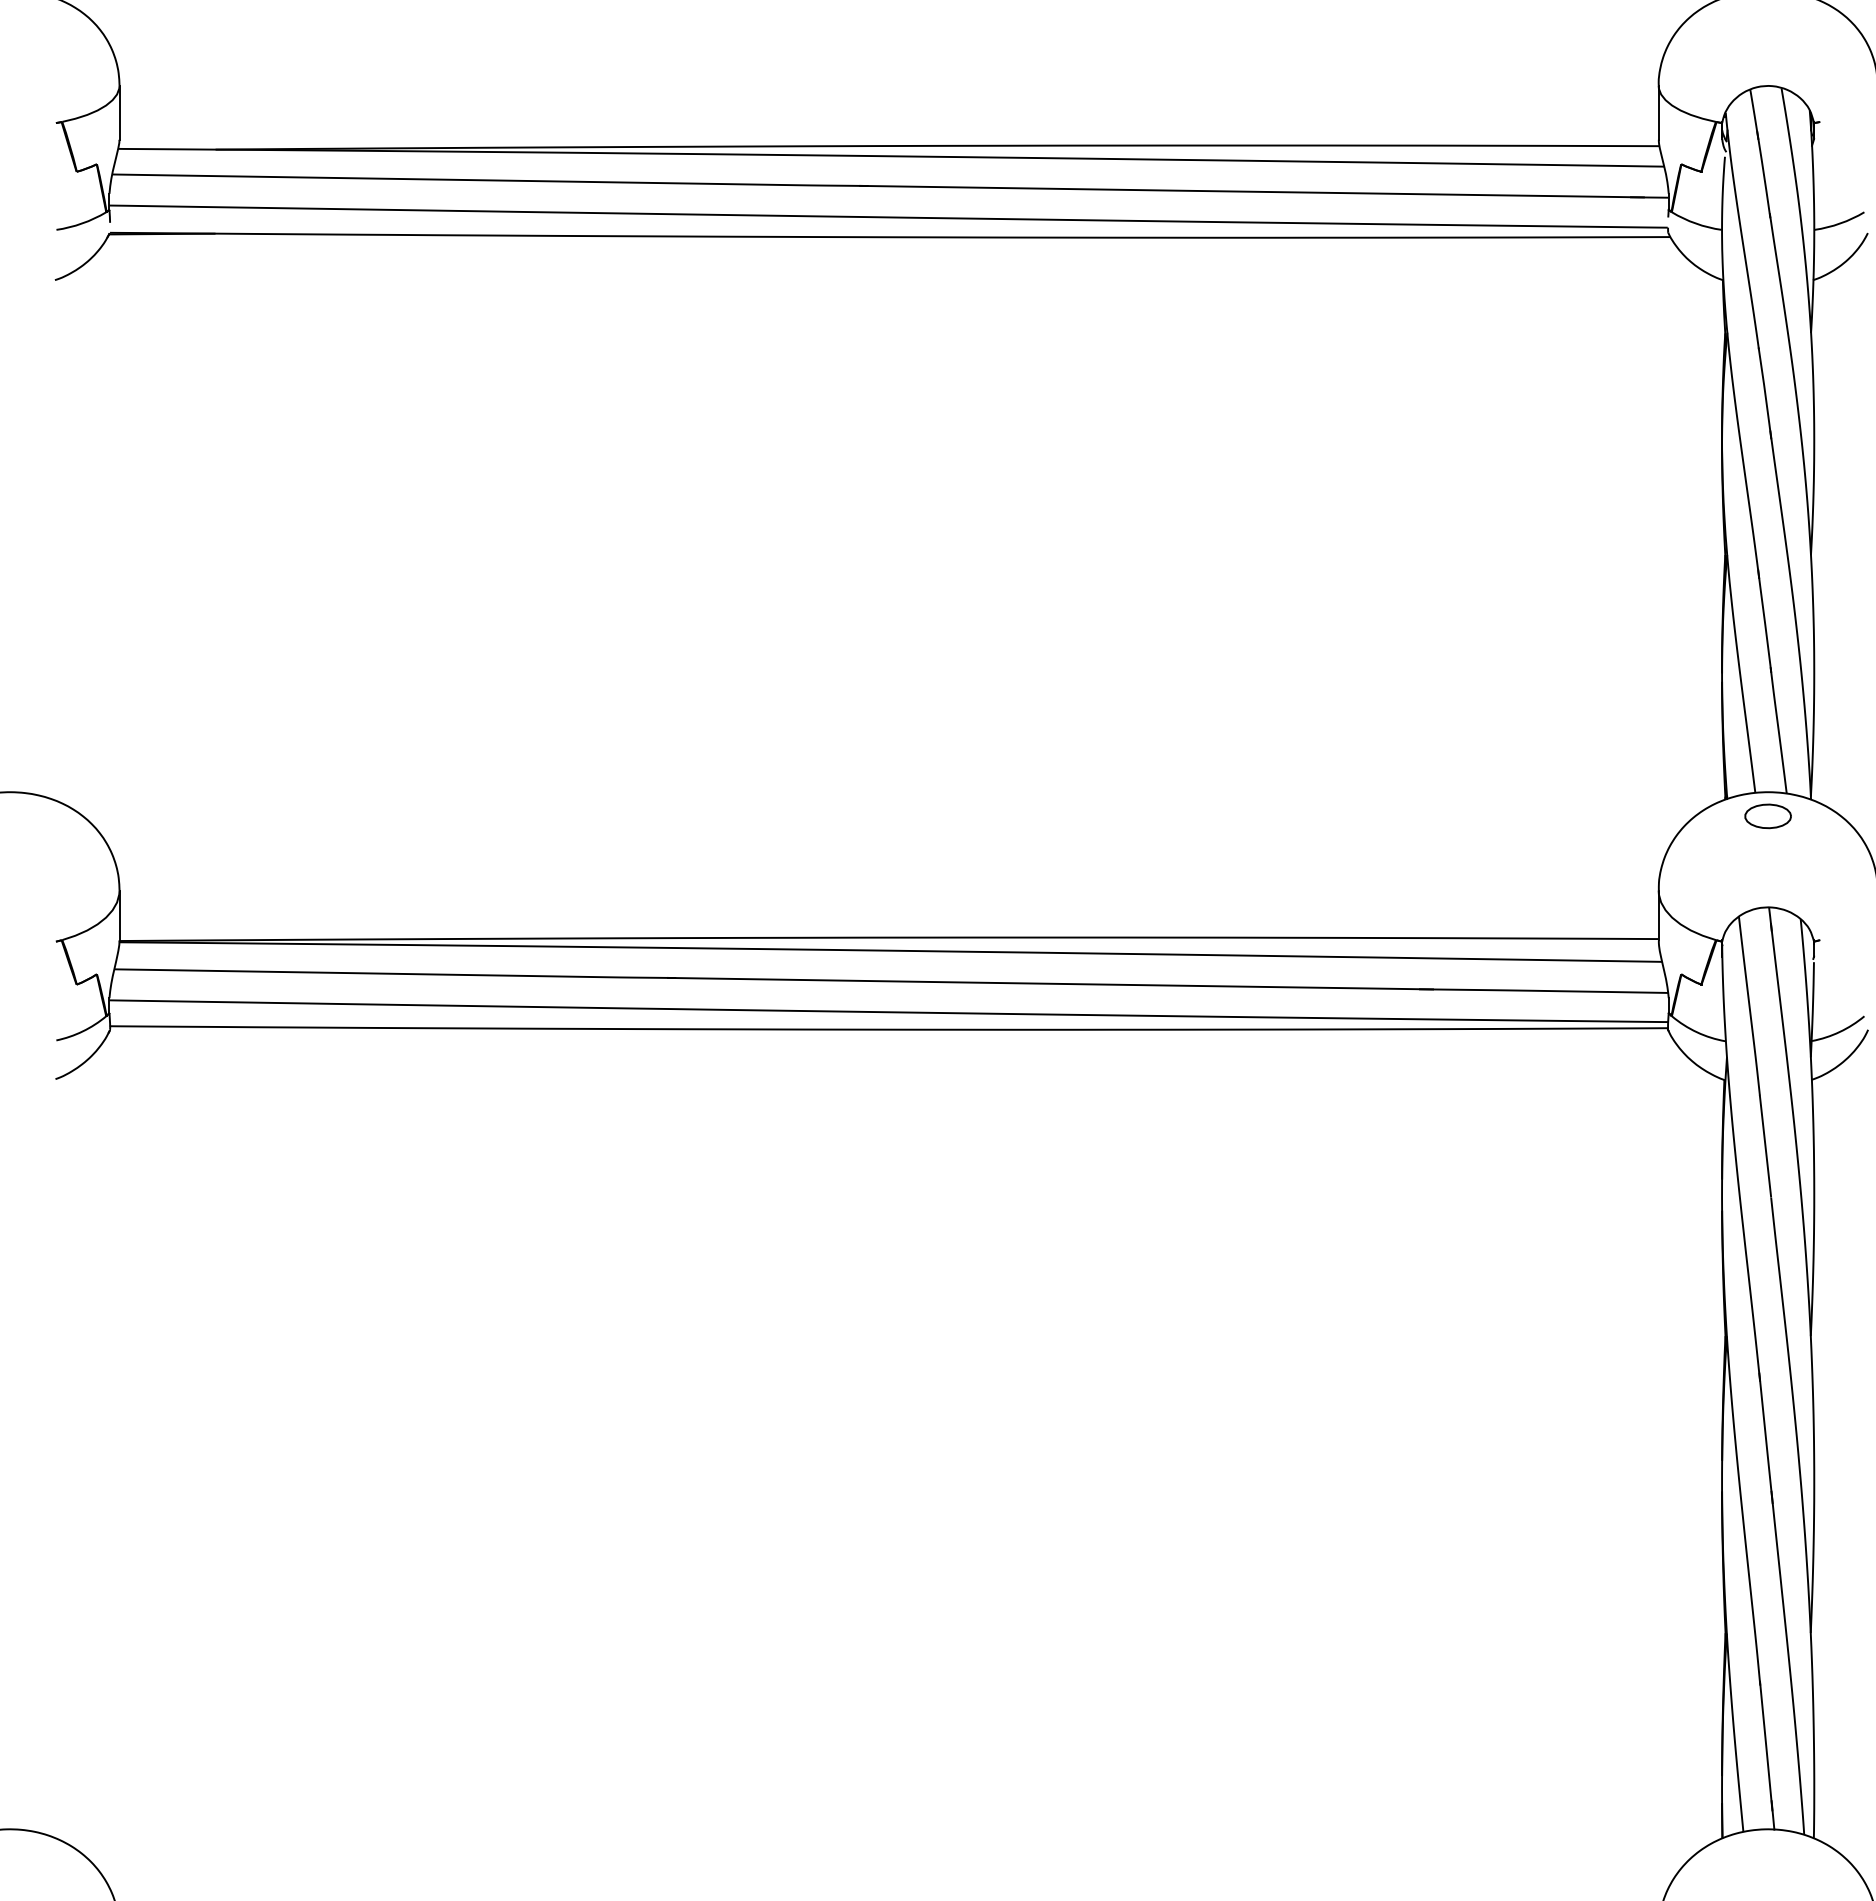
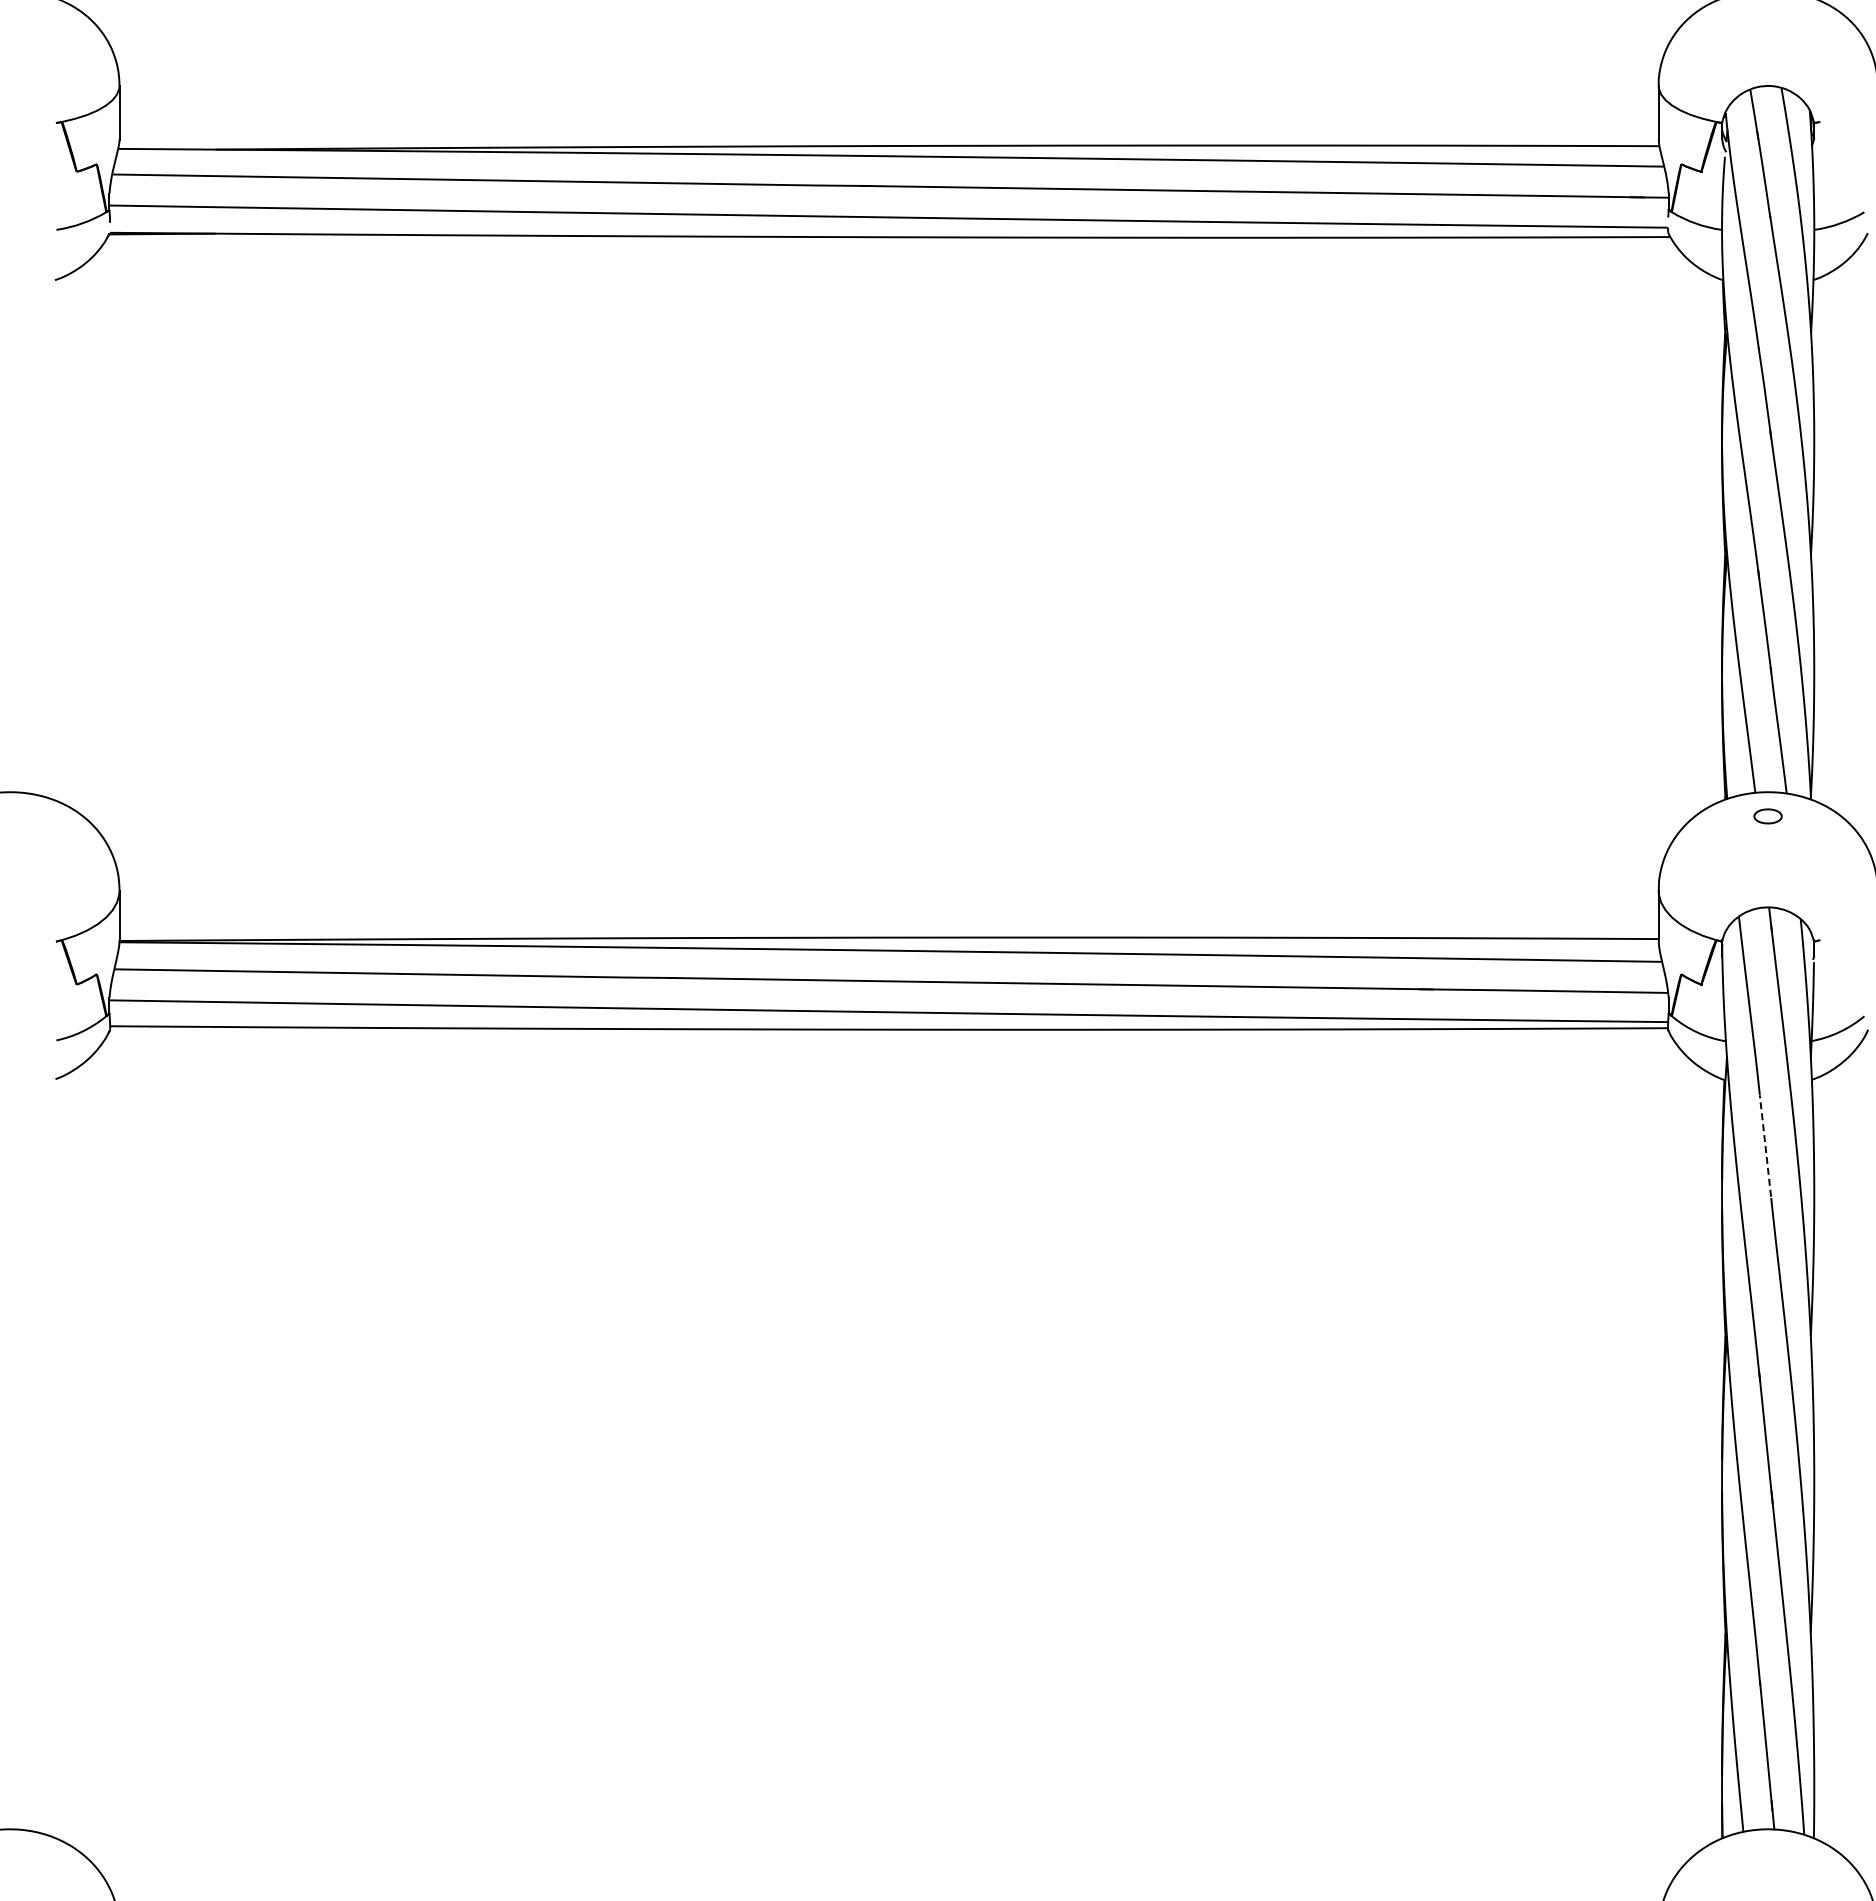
part at (1767, 816) size: 48x27 px -> 30x17 px
line at (1765, 1146): solid -> dashed
